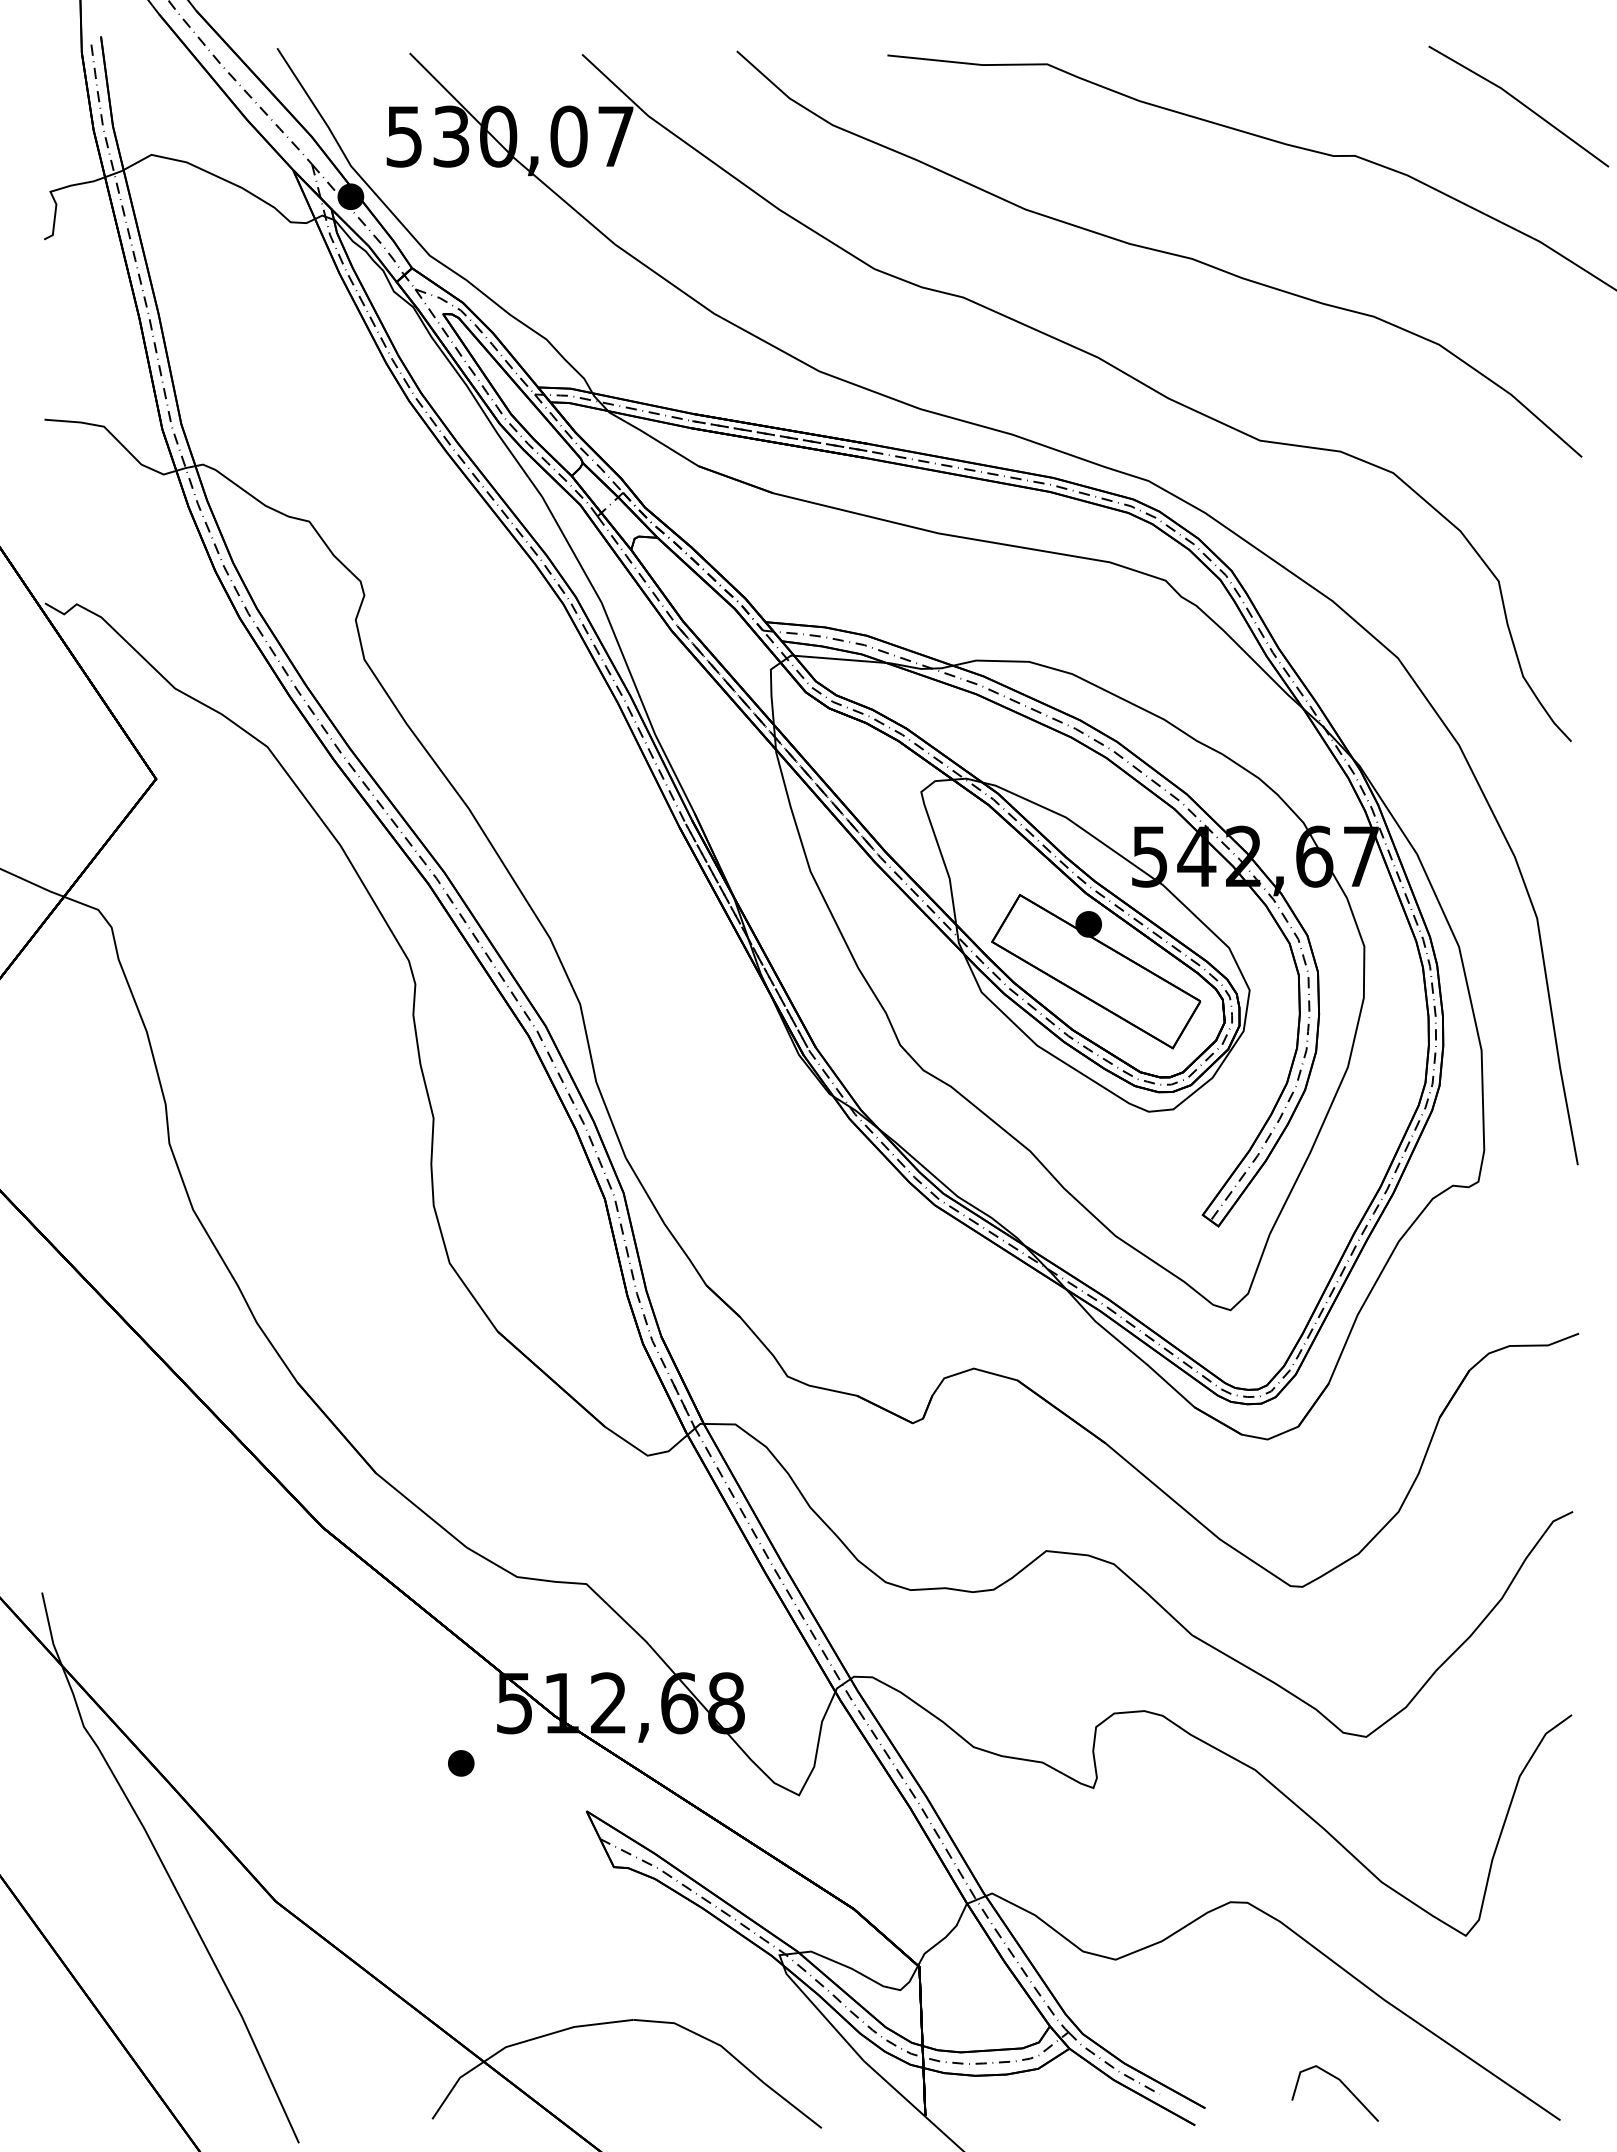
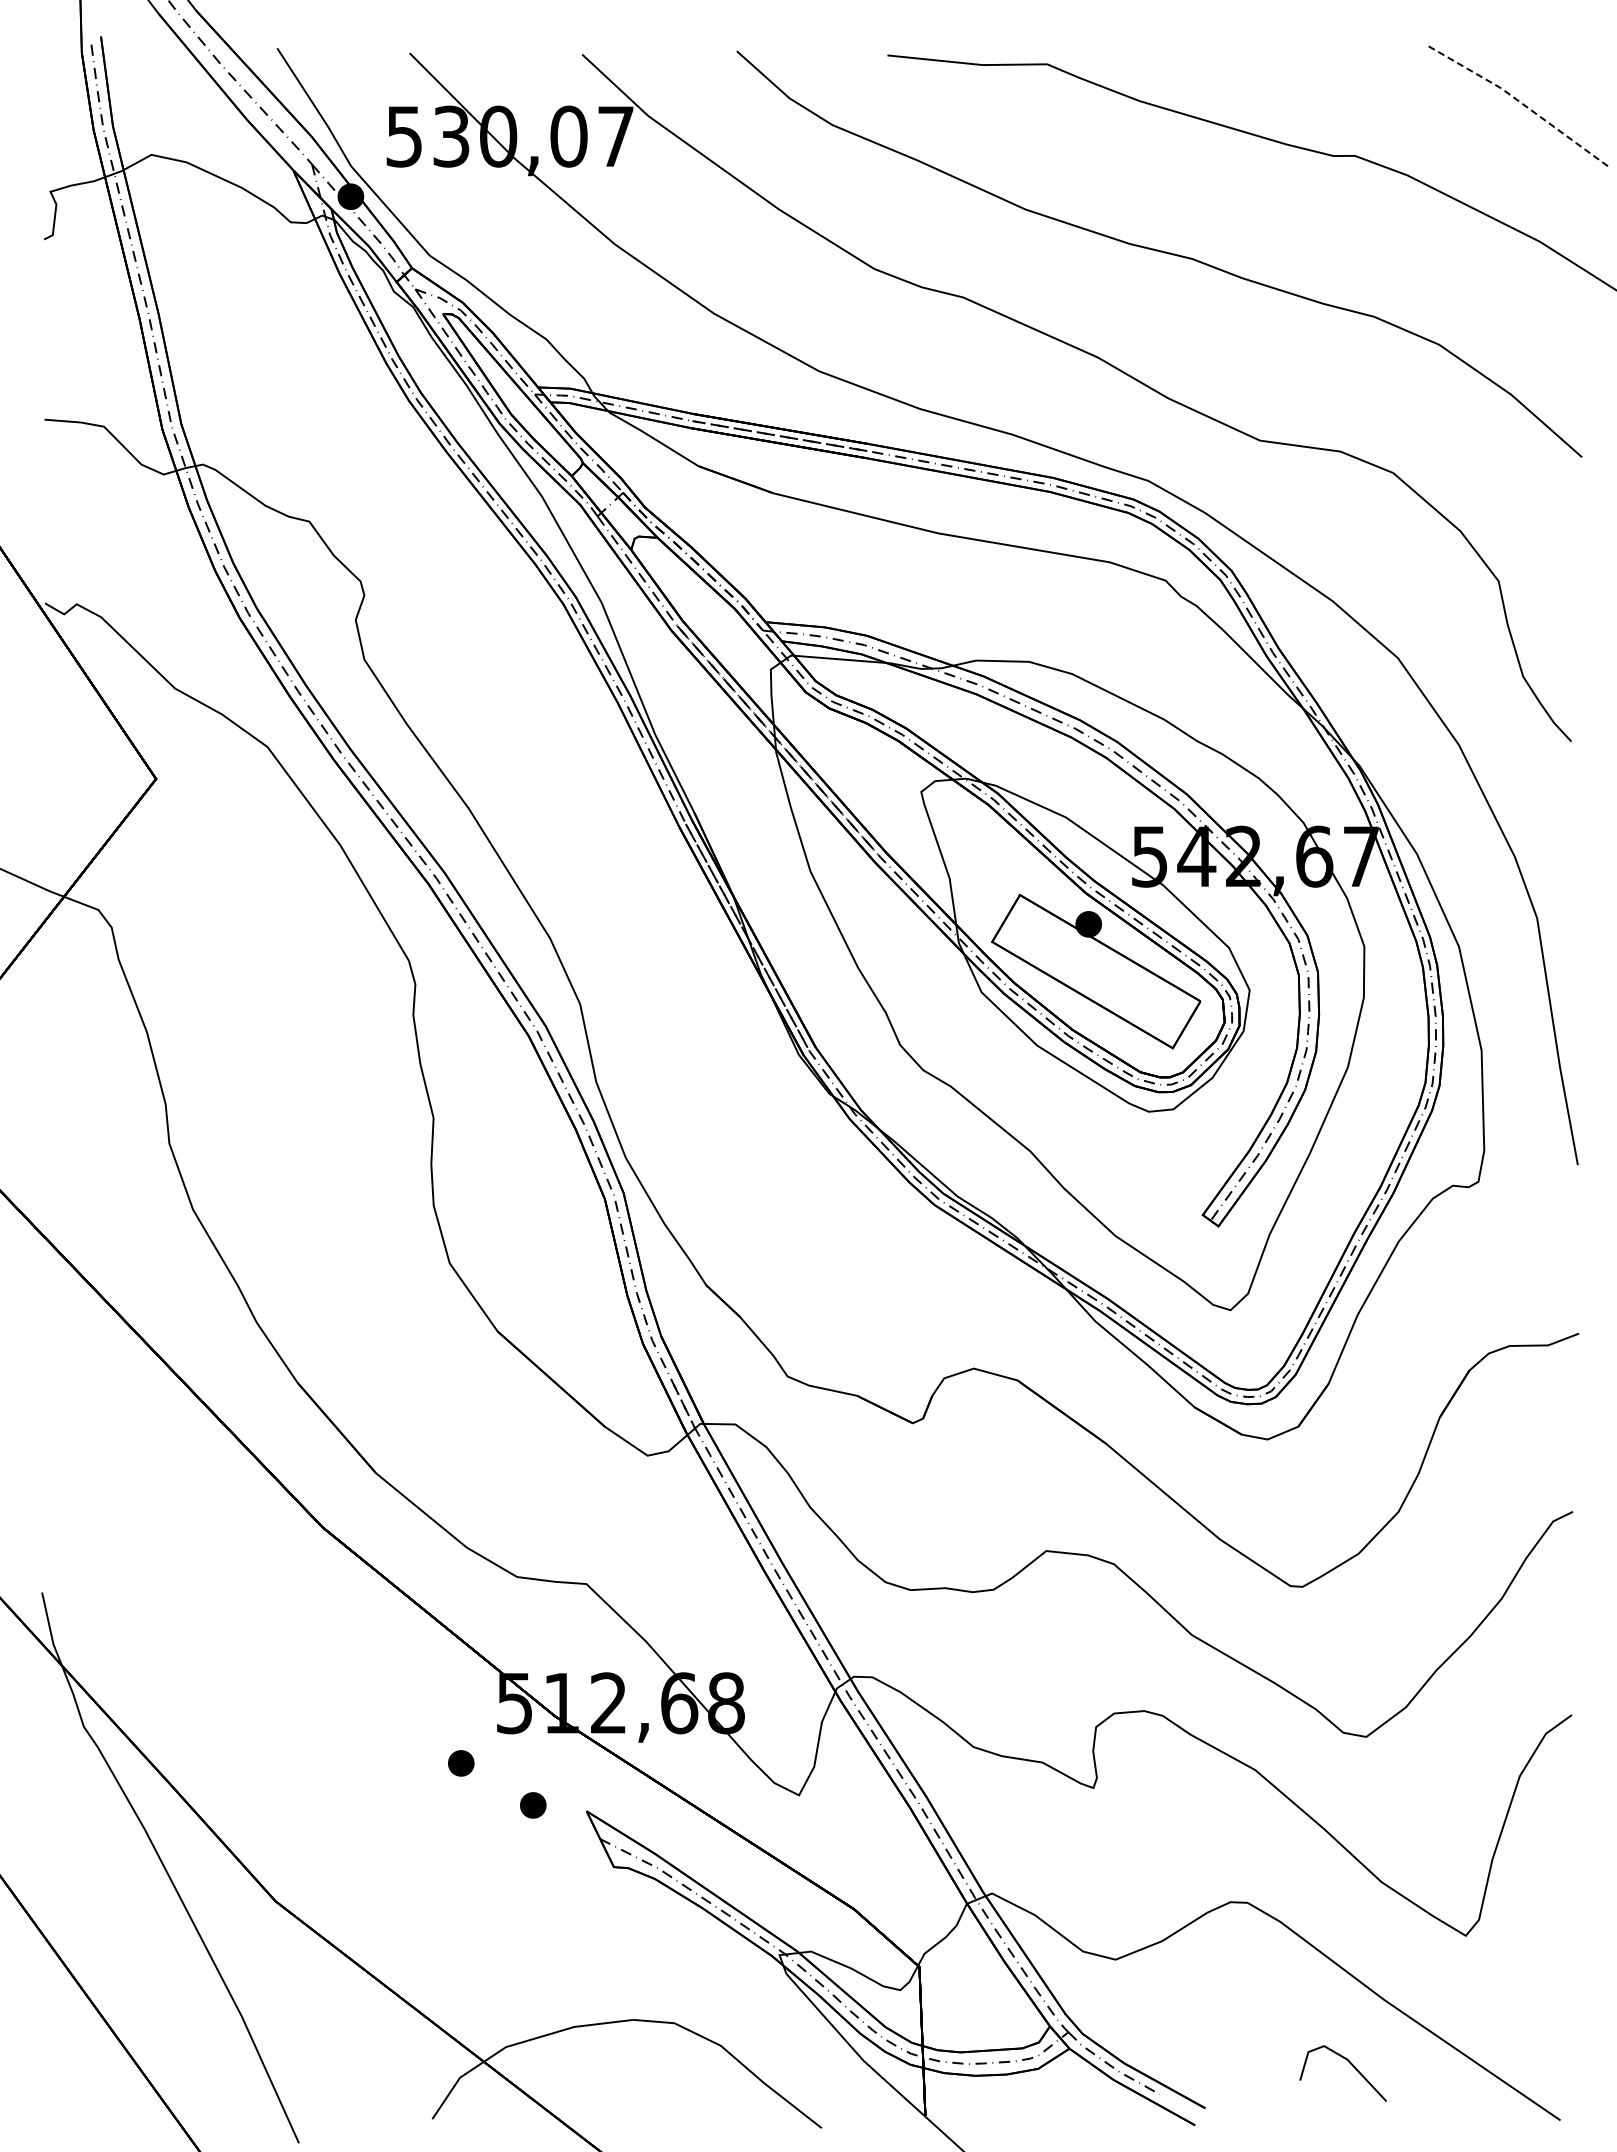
line at (1521, 102): solid -> dashed
part at (533, 1805): none -> present
line at (1342, 2084) position: (1342, 2084) -> (1350, 2064)
